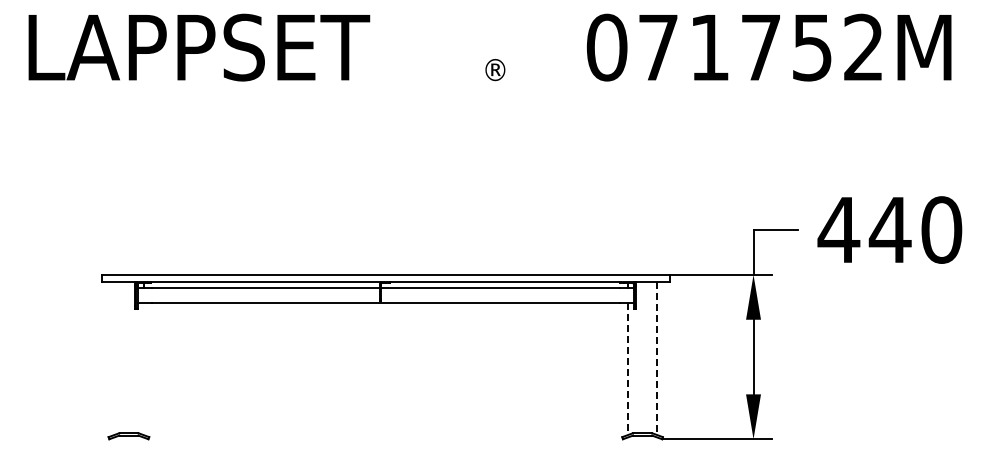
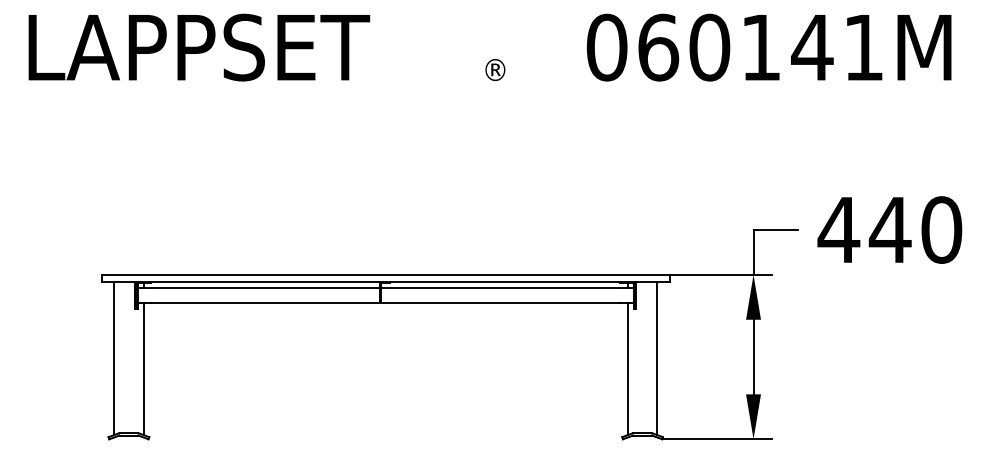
text at (760, 47): 071752M -> 060141M
line at (114, 358): none -> present
line at (657, 359): dashed -> solid
line at (143, 368): none -> present
line at (628, 369): dashed -> solid
